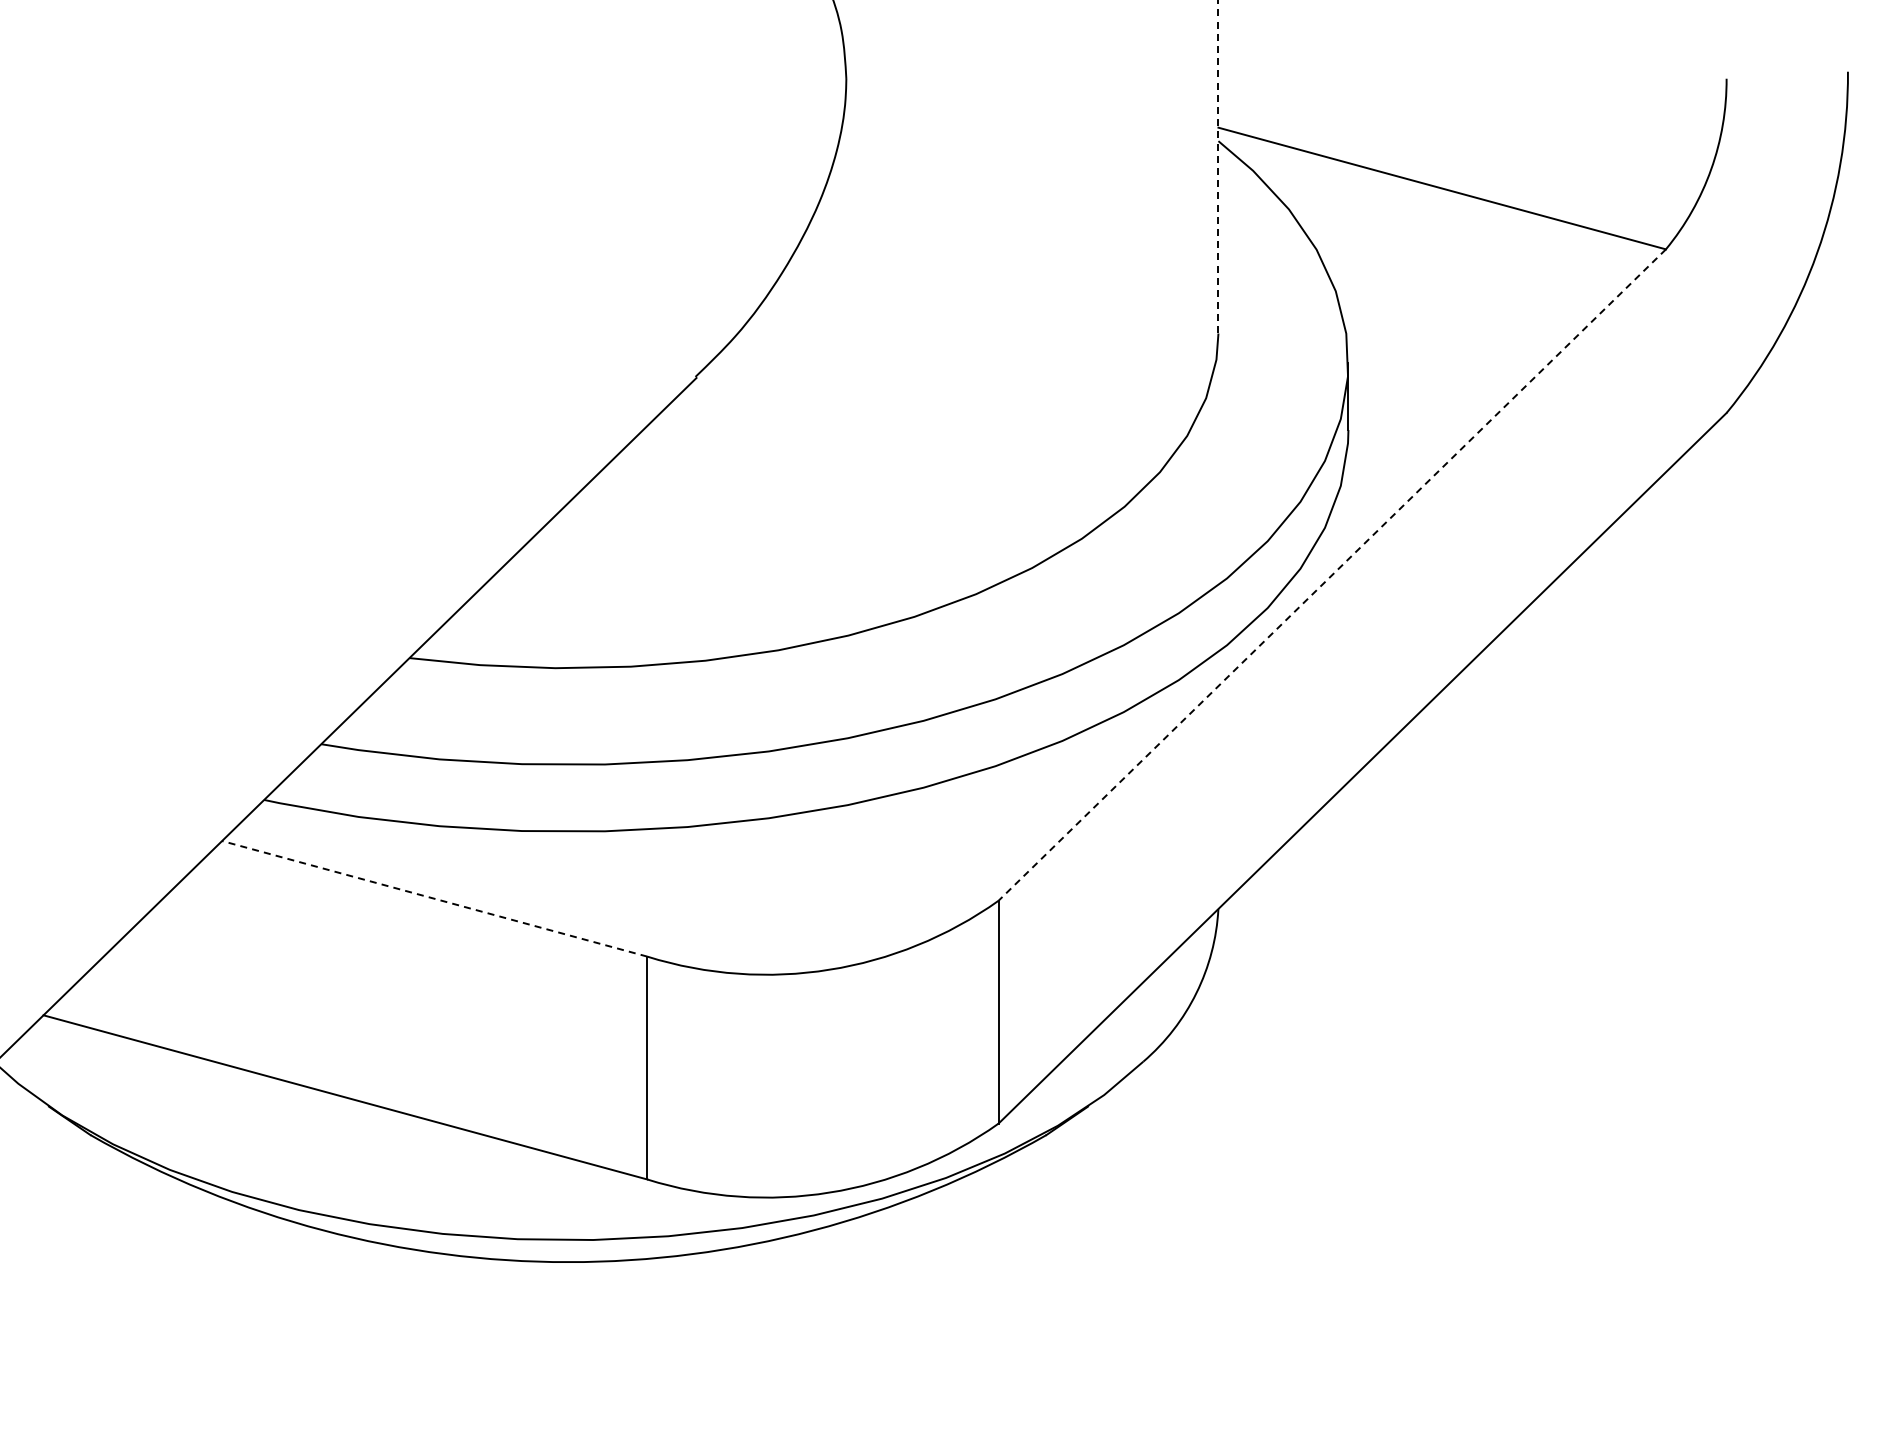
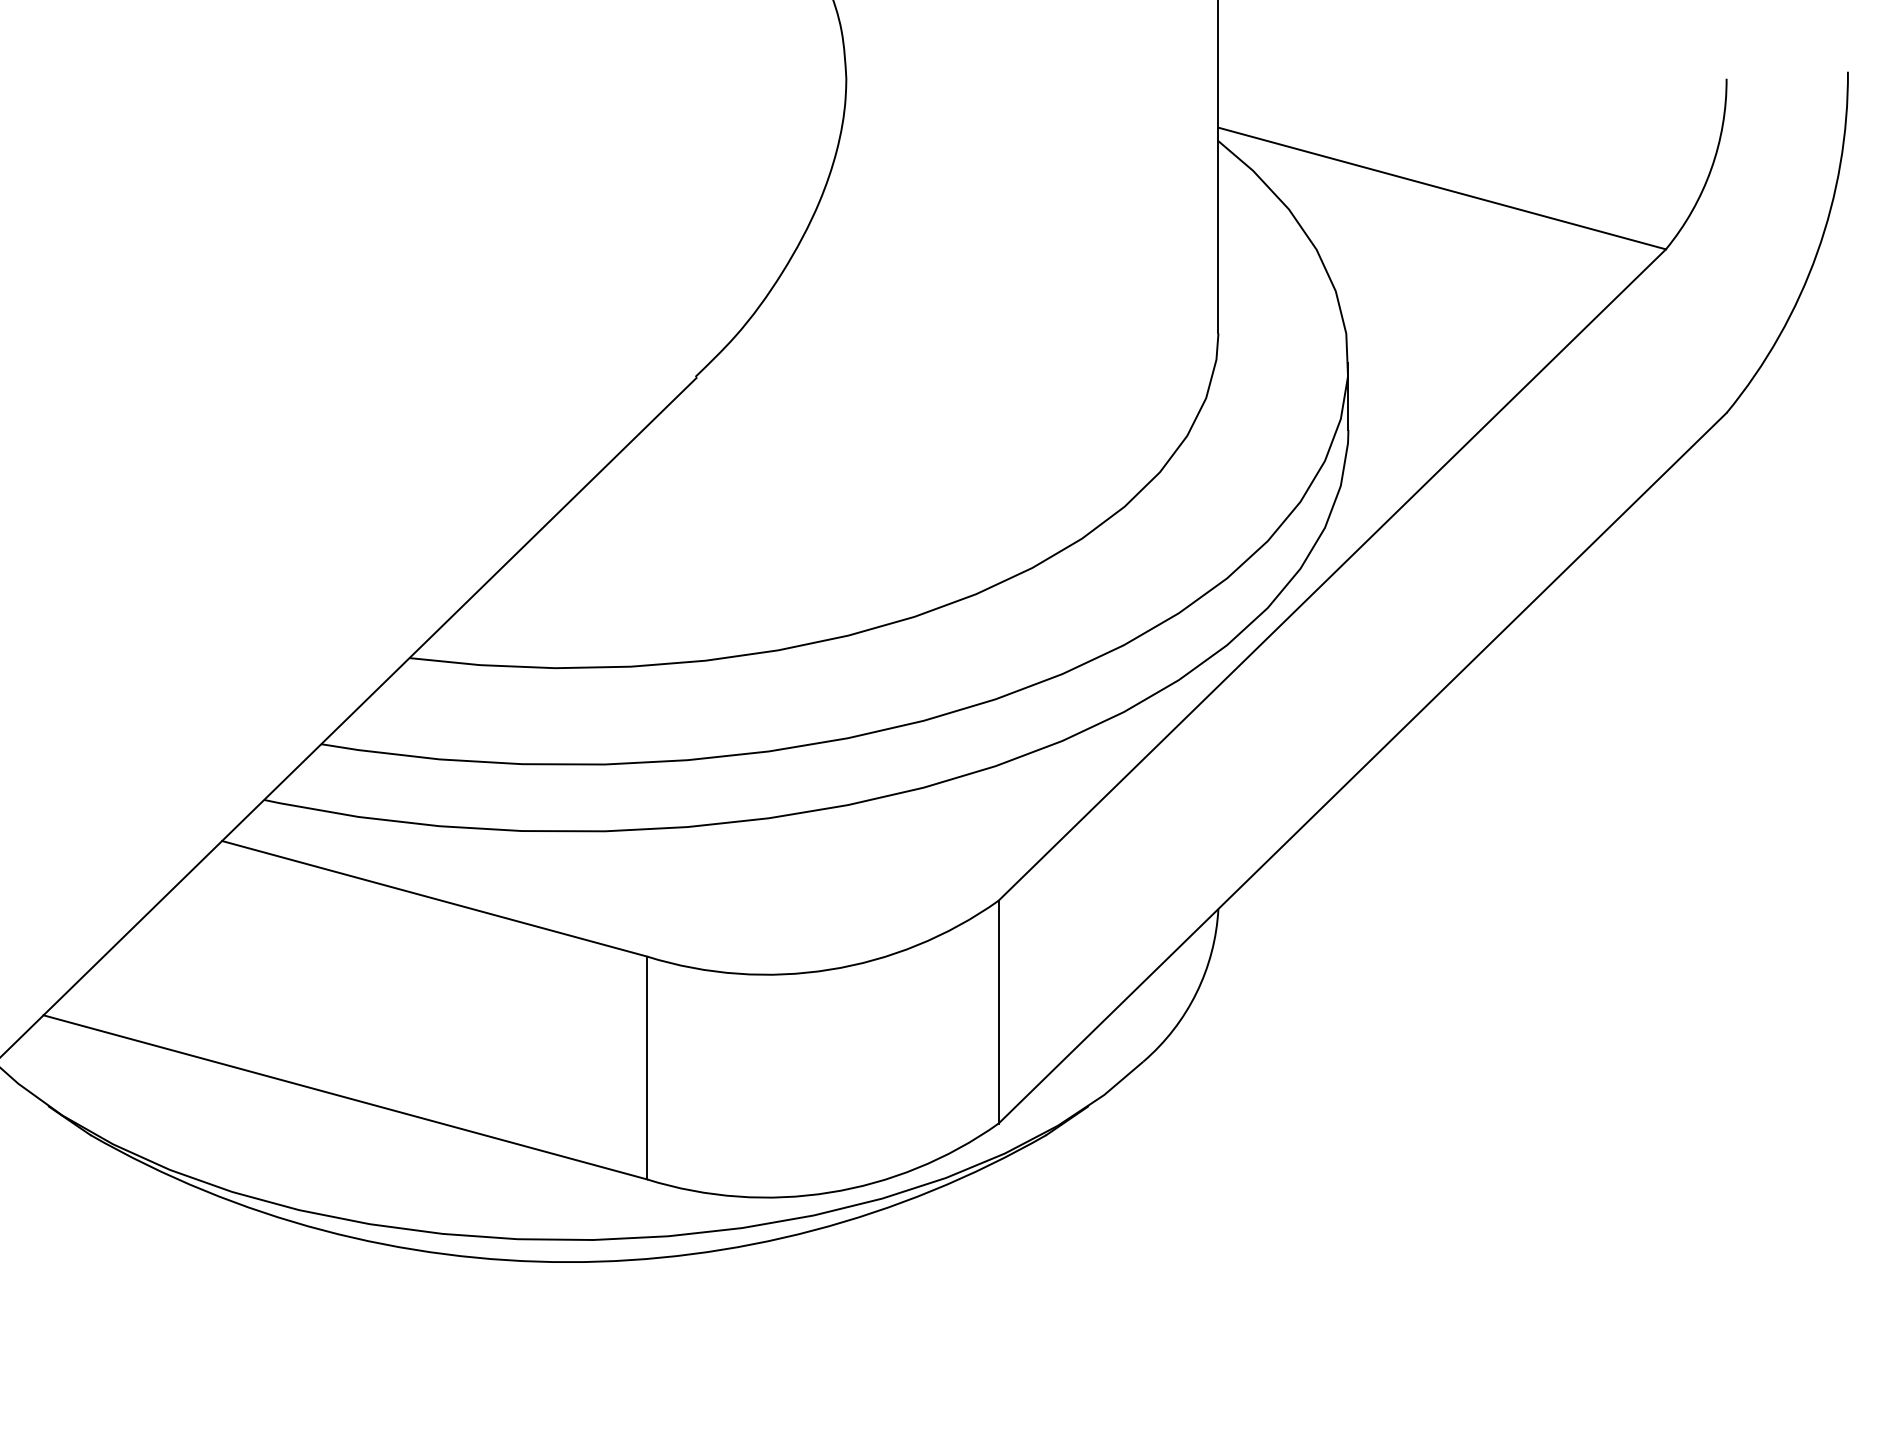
line at (1218, 166): dashed -> solid
line at (1331, 575): dashed -> solid
line at (434, 898): dashed -> solid
